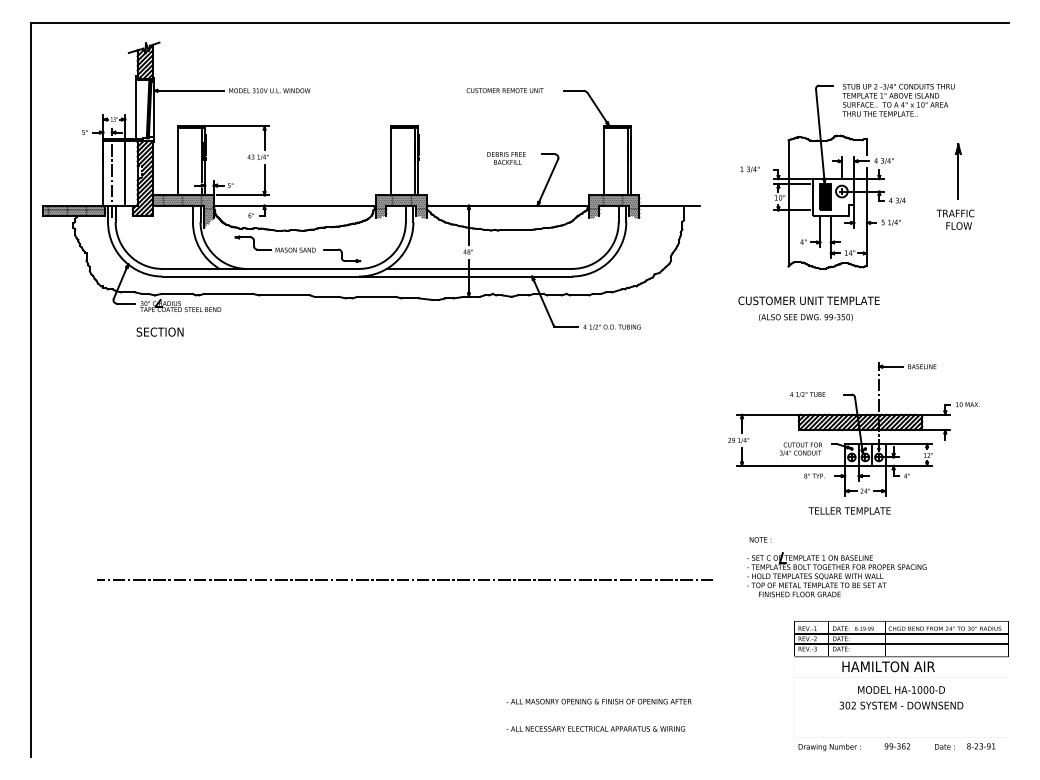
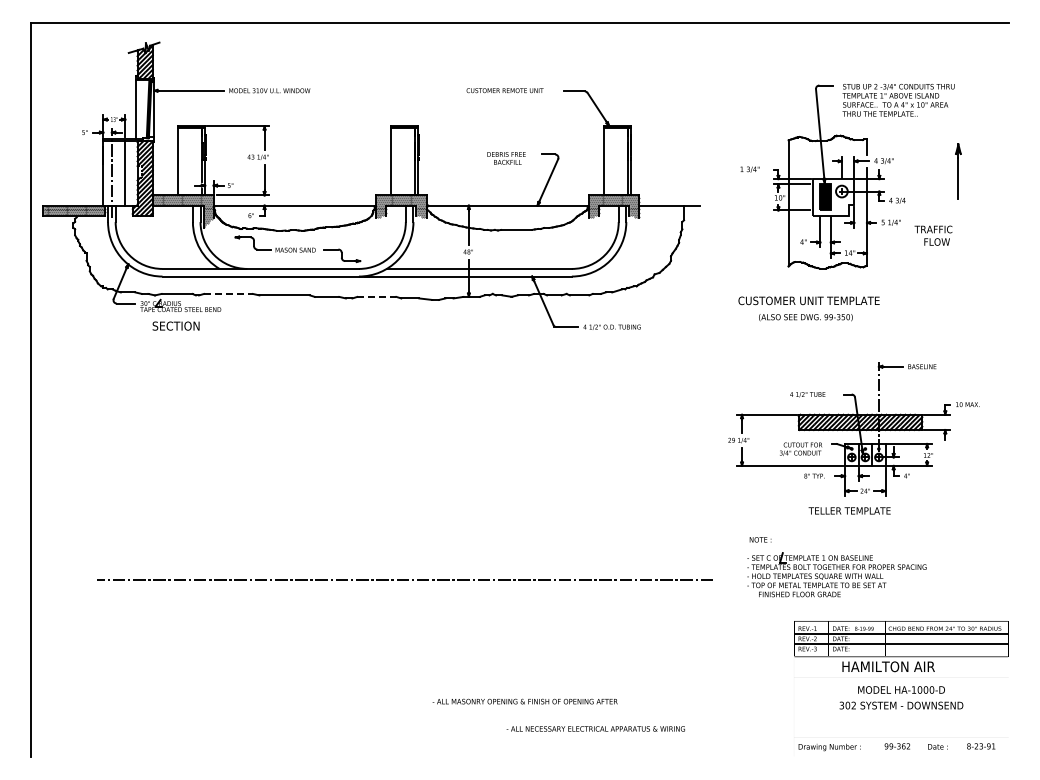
text at (955, 219) position: (955, 219) -> (933, 235)
line at (228, 293): solid -> dashed
line at (376, 296): solid -> dashed
text at (159, 331) position: (159, 331) -> (175, 325)
text at (598, 701) position: (598, 701) -> (524, 701)
text at (944, 746) position: (944, 746) -> (937, 746)
